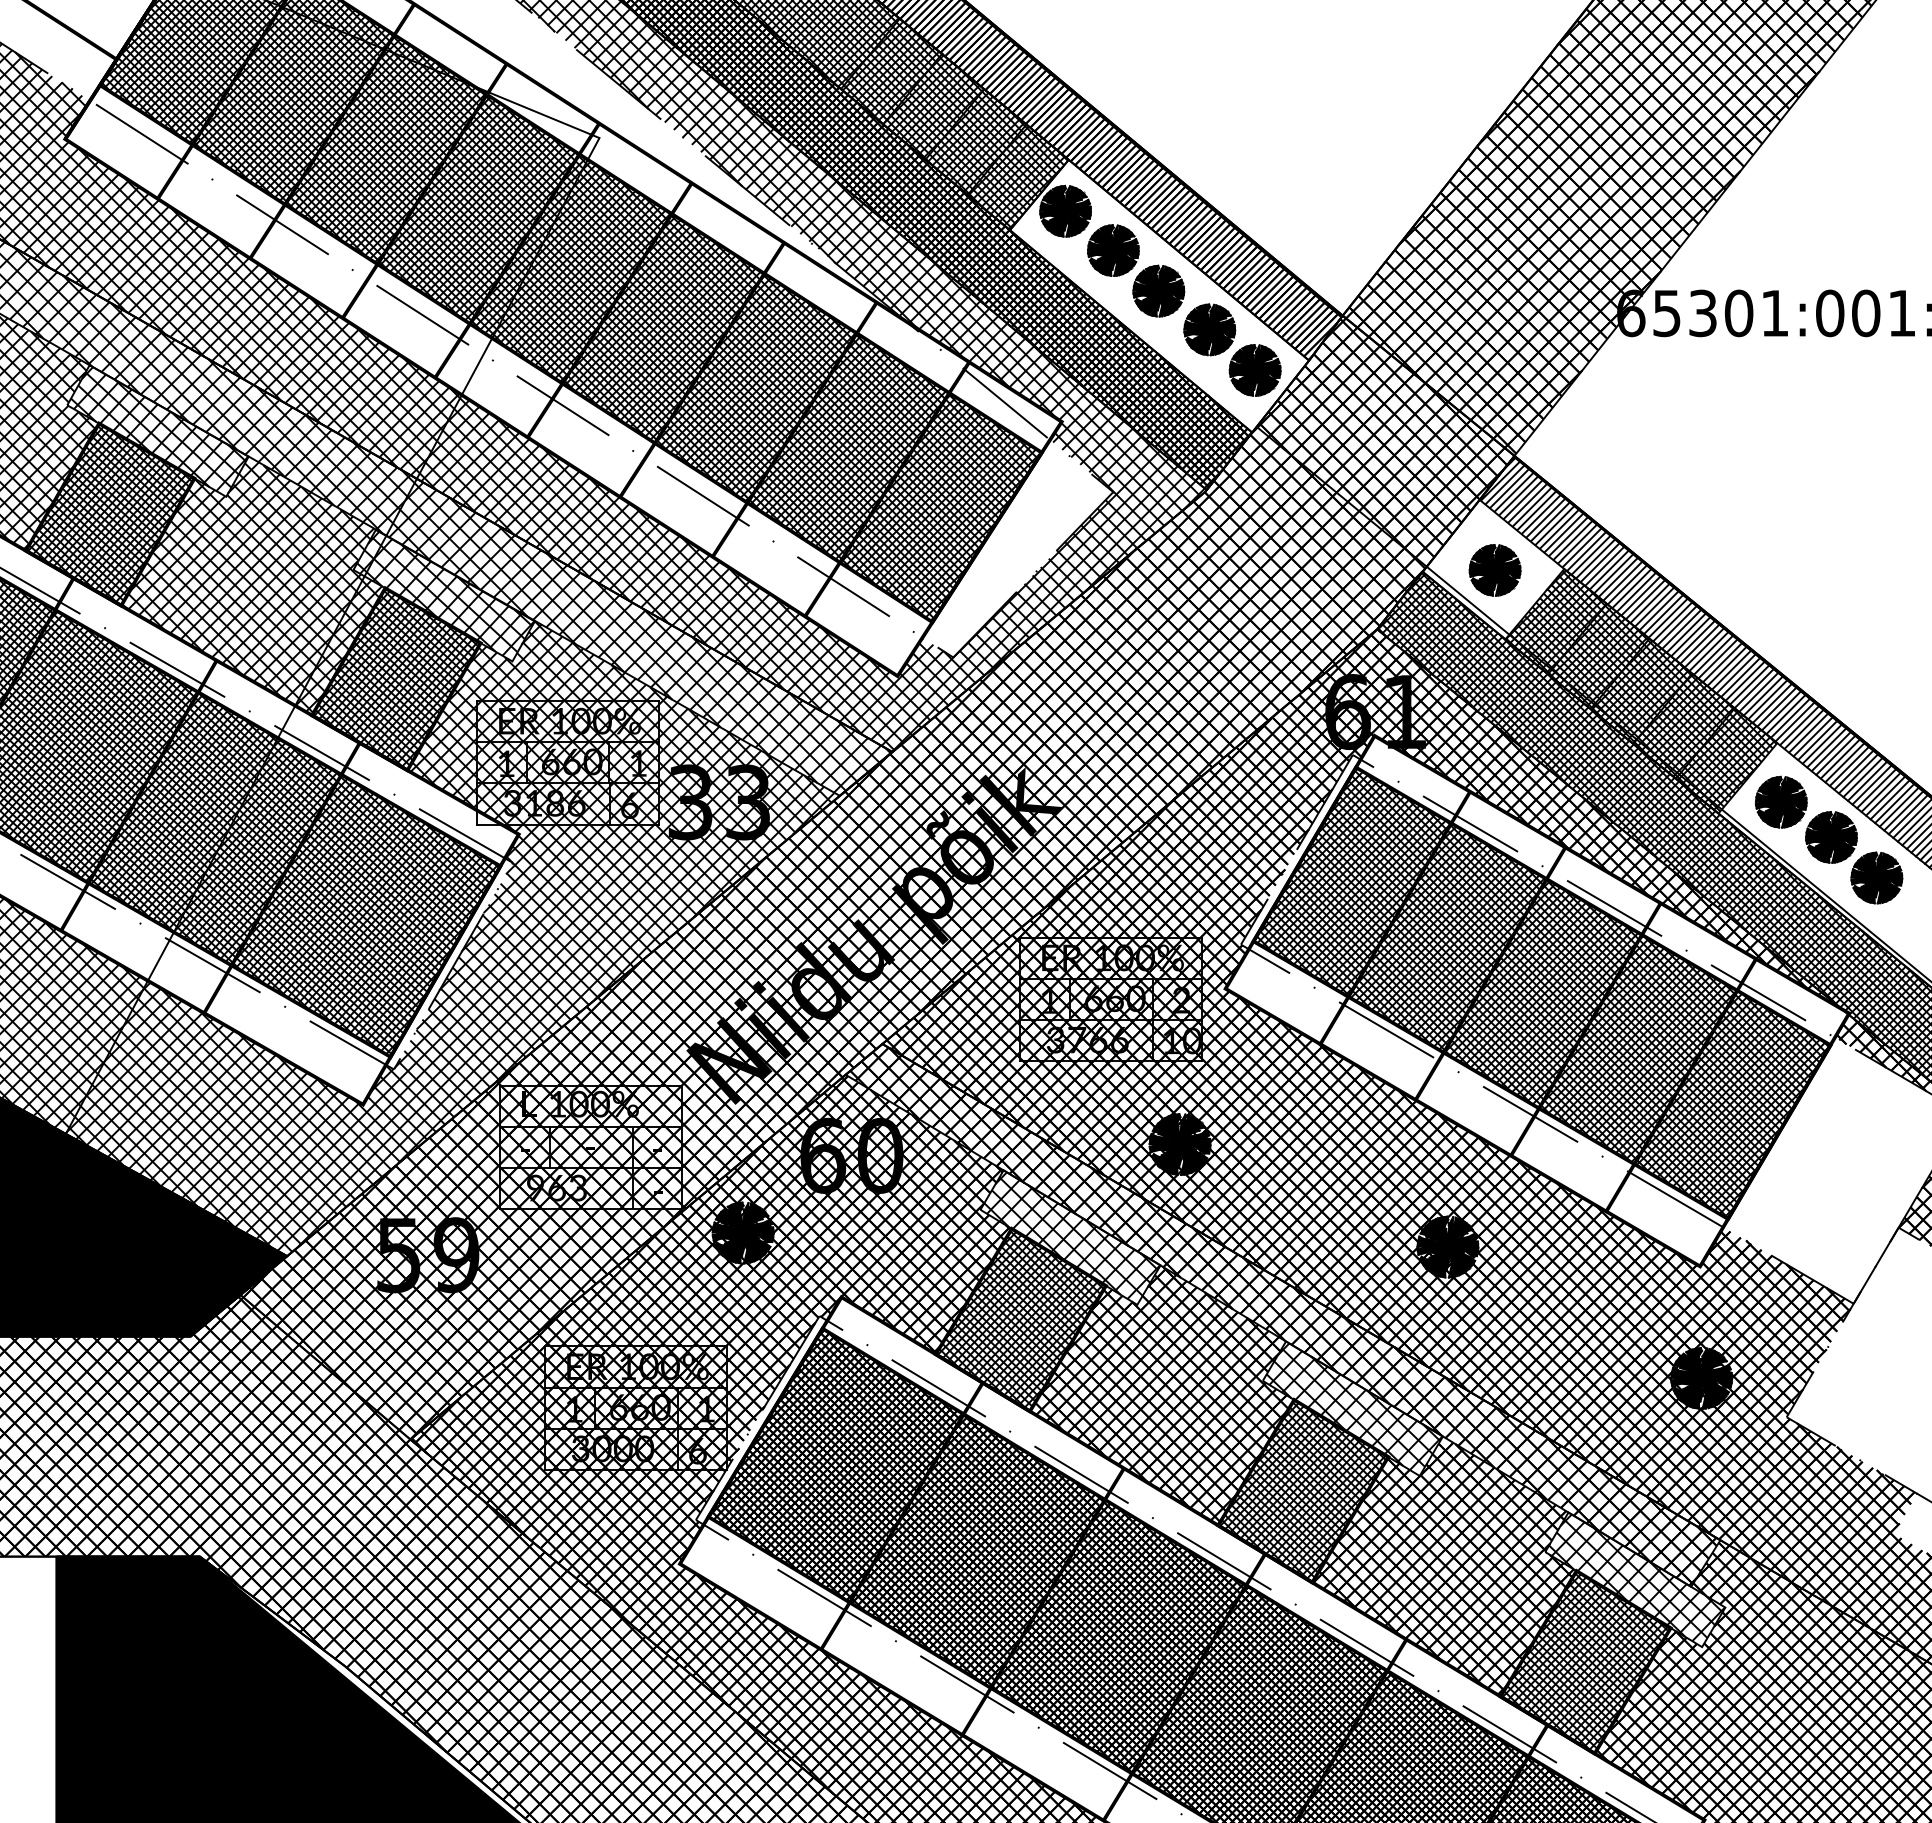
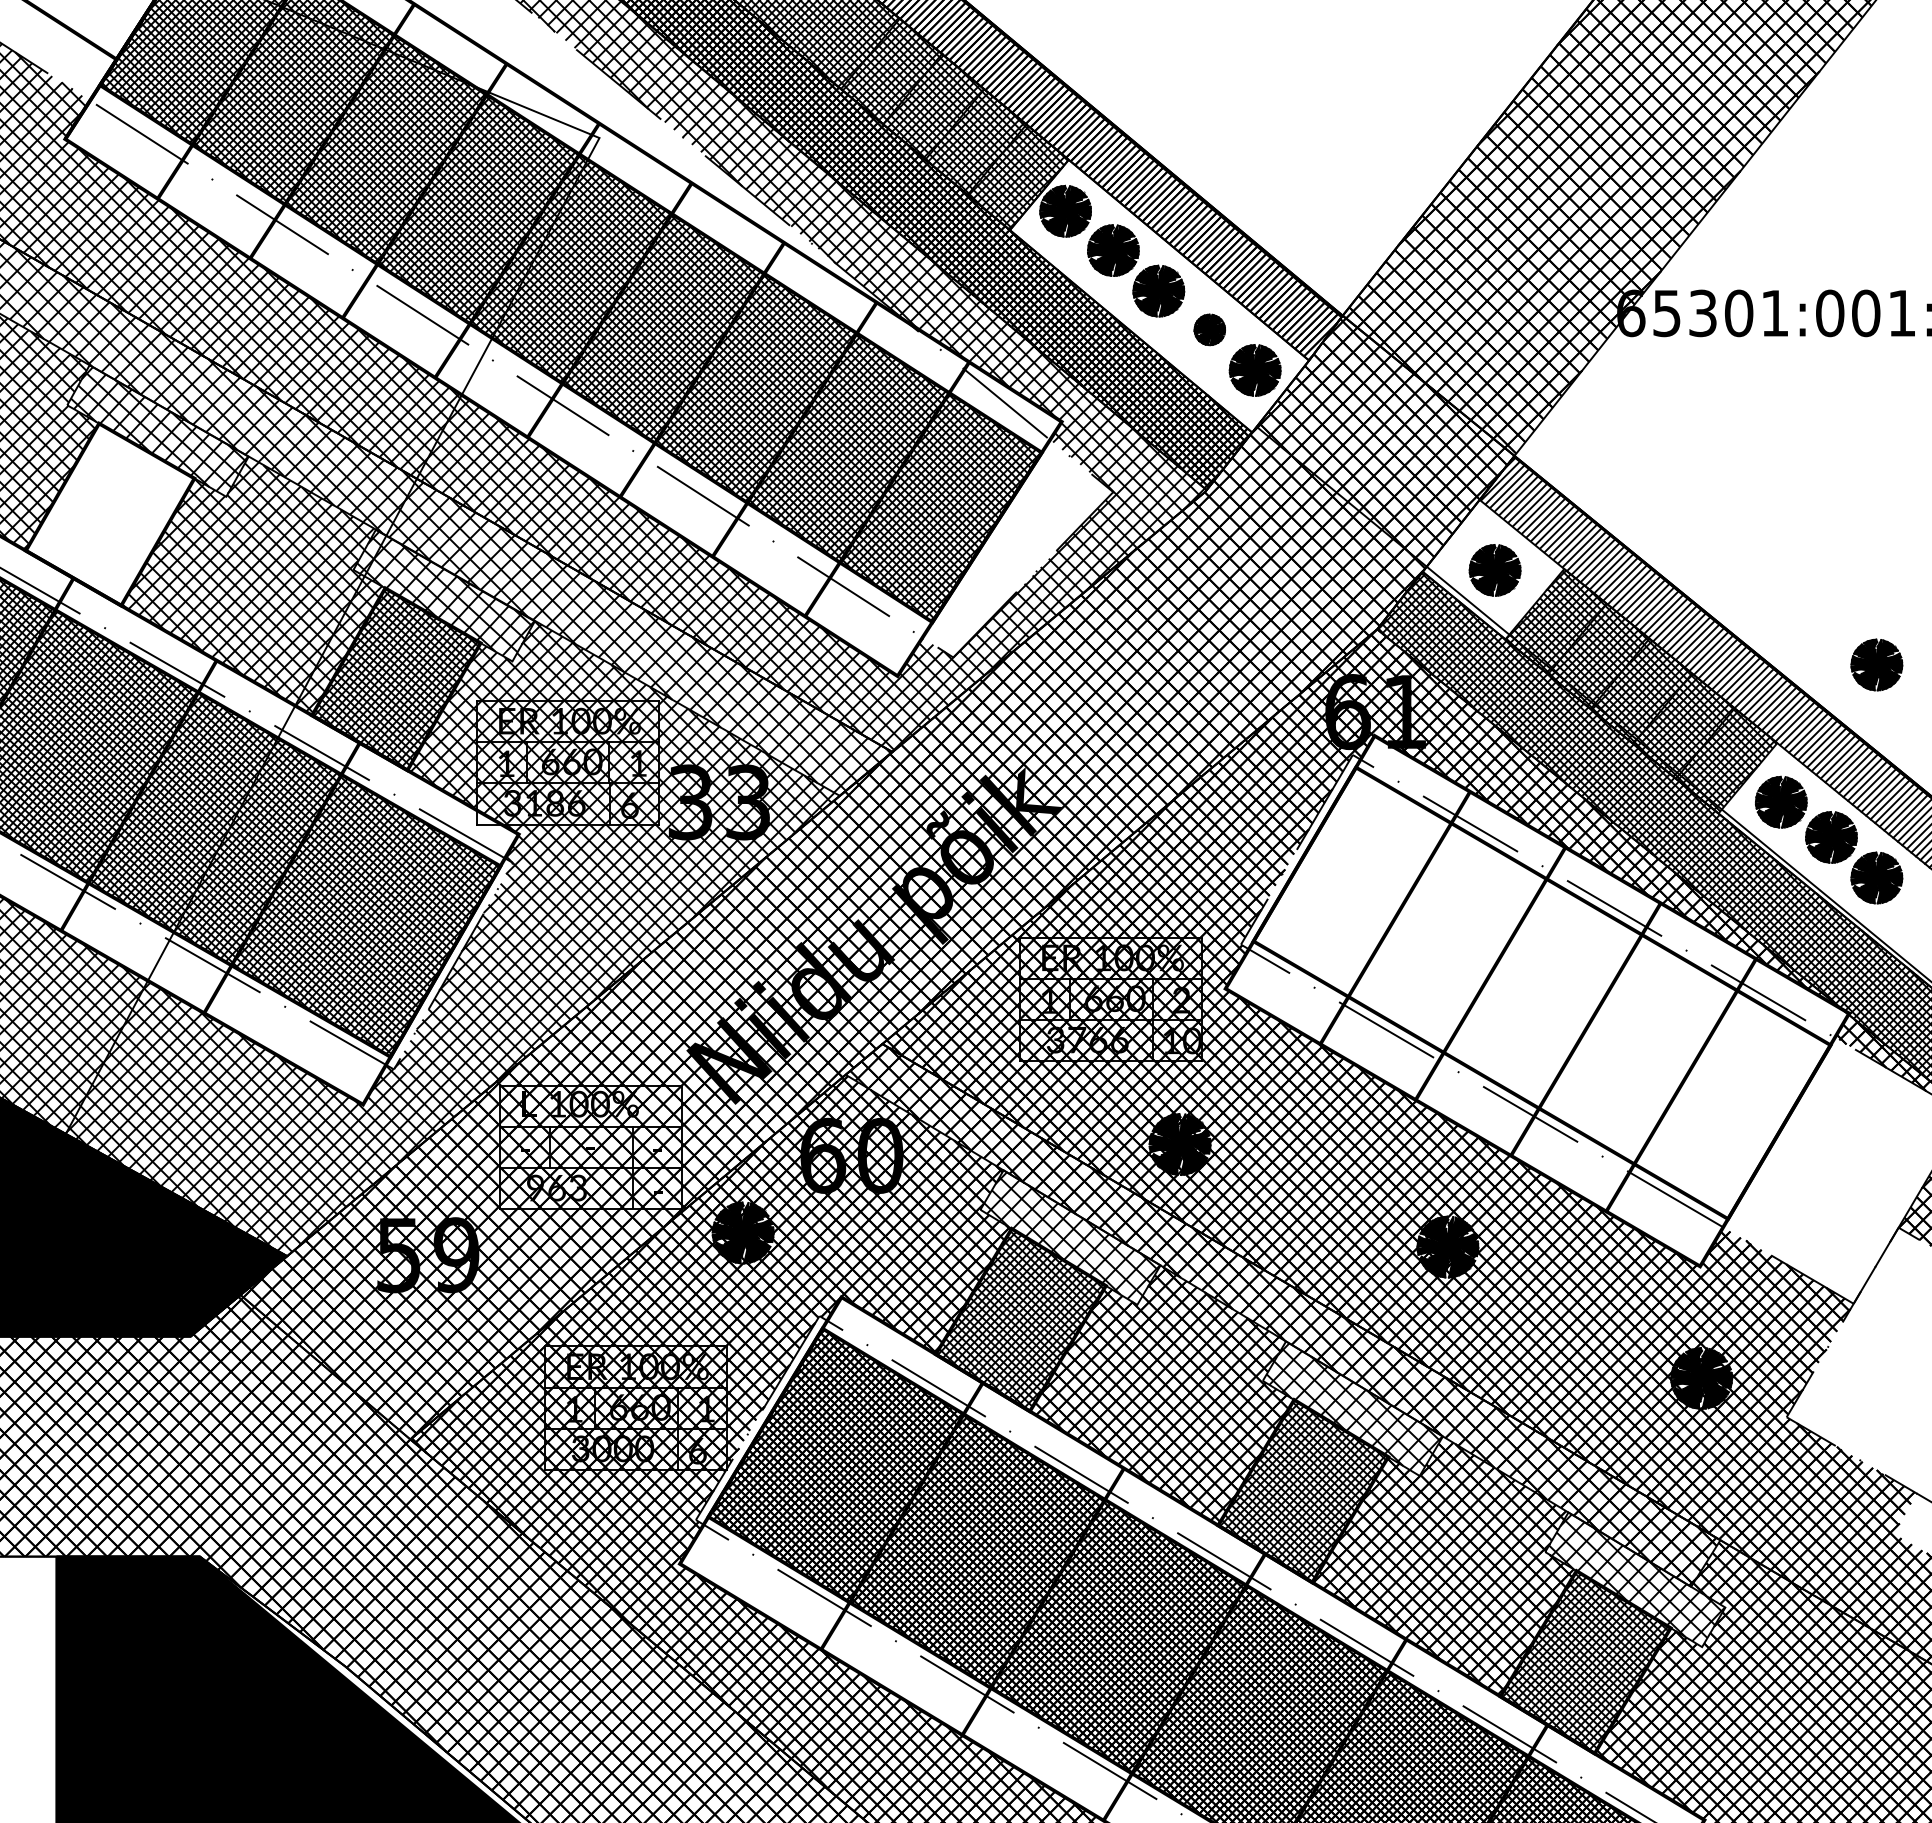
part at (1209, 329) size: 54x54 px -> 33x34 px
hatch at (109, 515): present -> none
part at (1876, 664): none -> present
hatch at (1541, 993): present -> none
